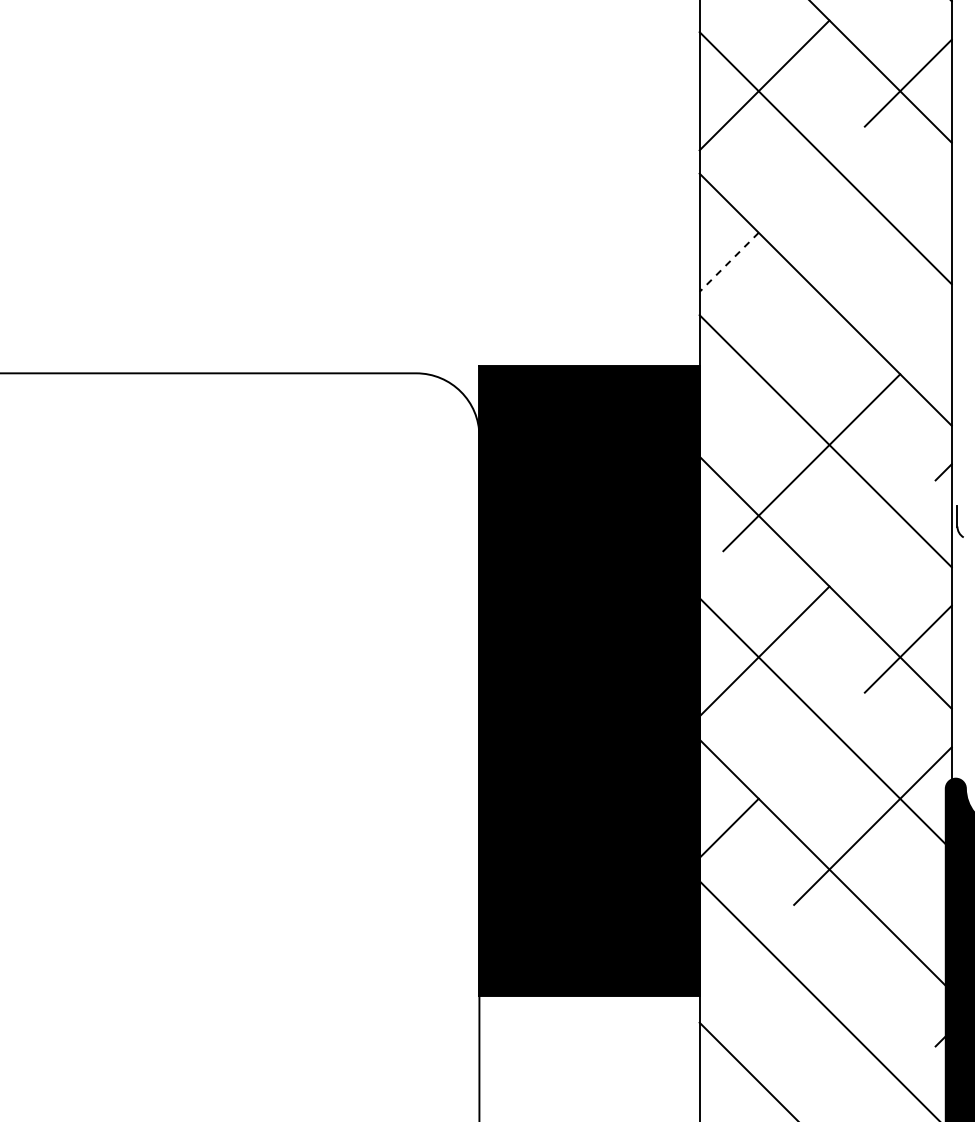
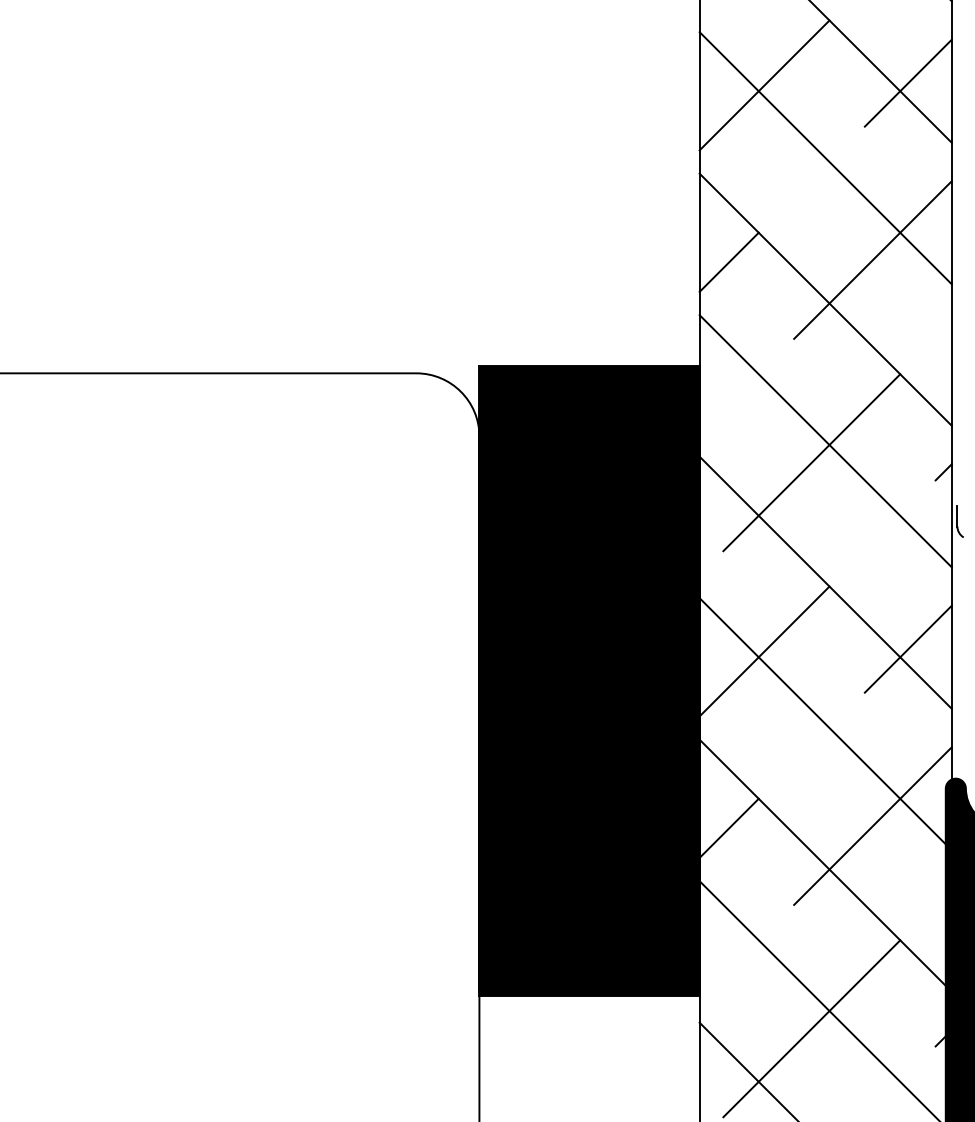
line at (872, 259): none -> present
line at (729, 262): dashed -> solid
line at (811, 1028): none -> present
